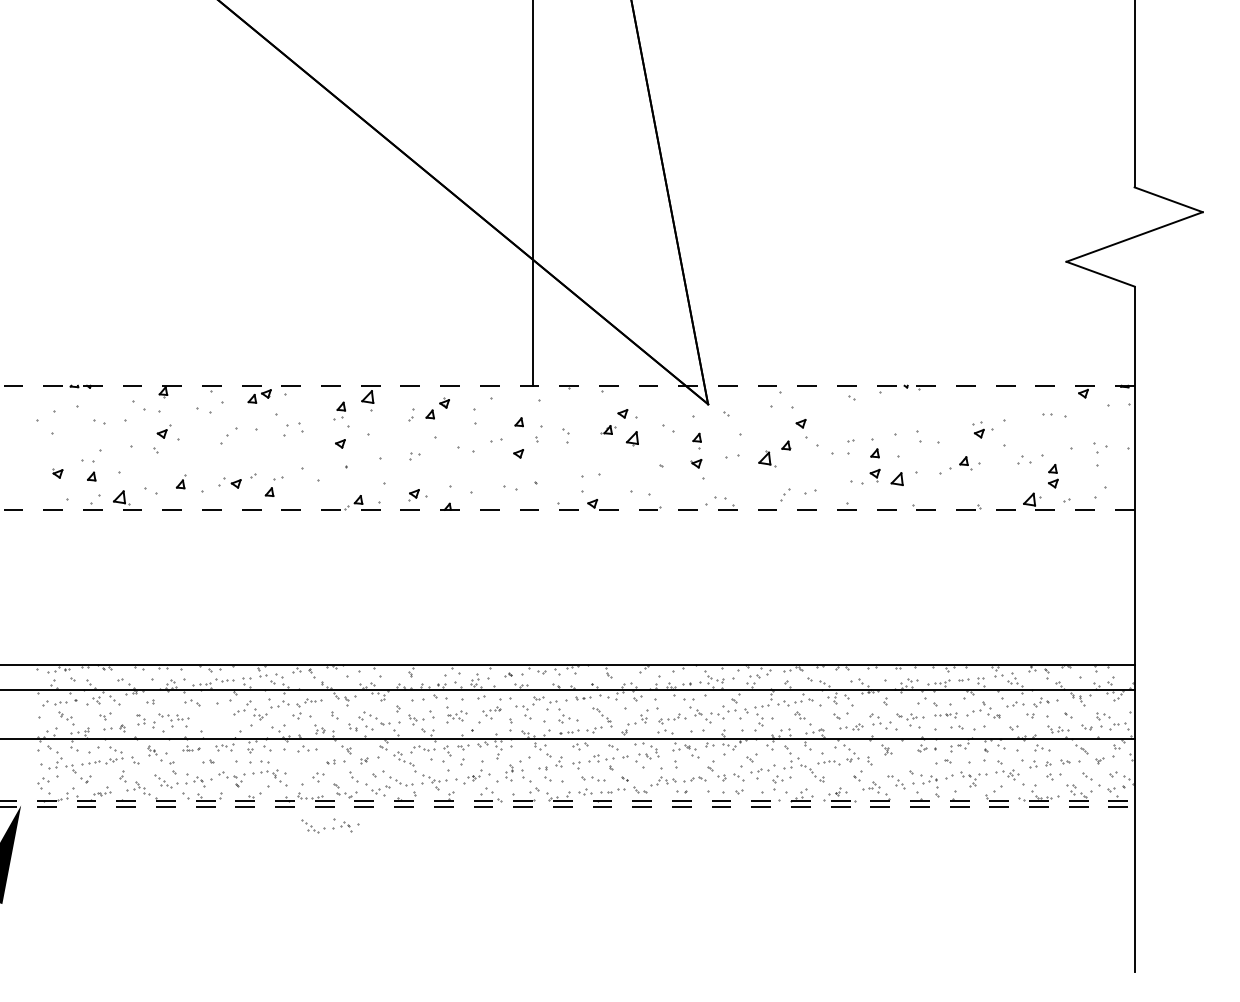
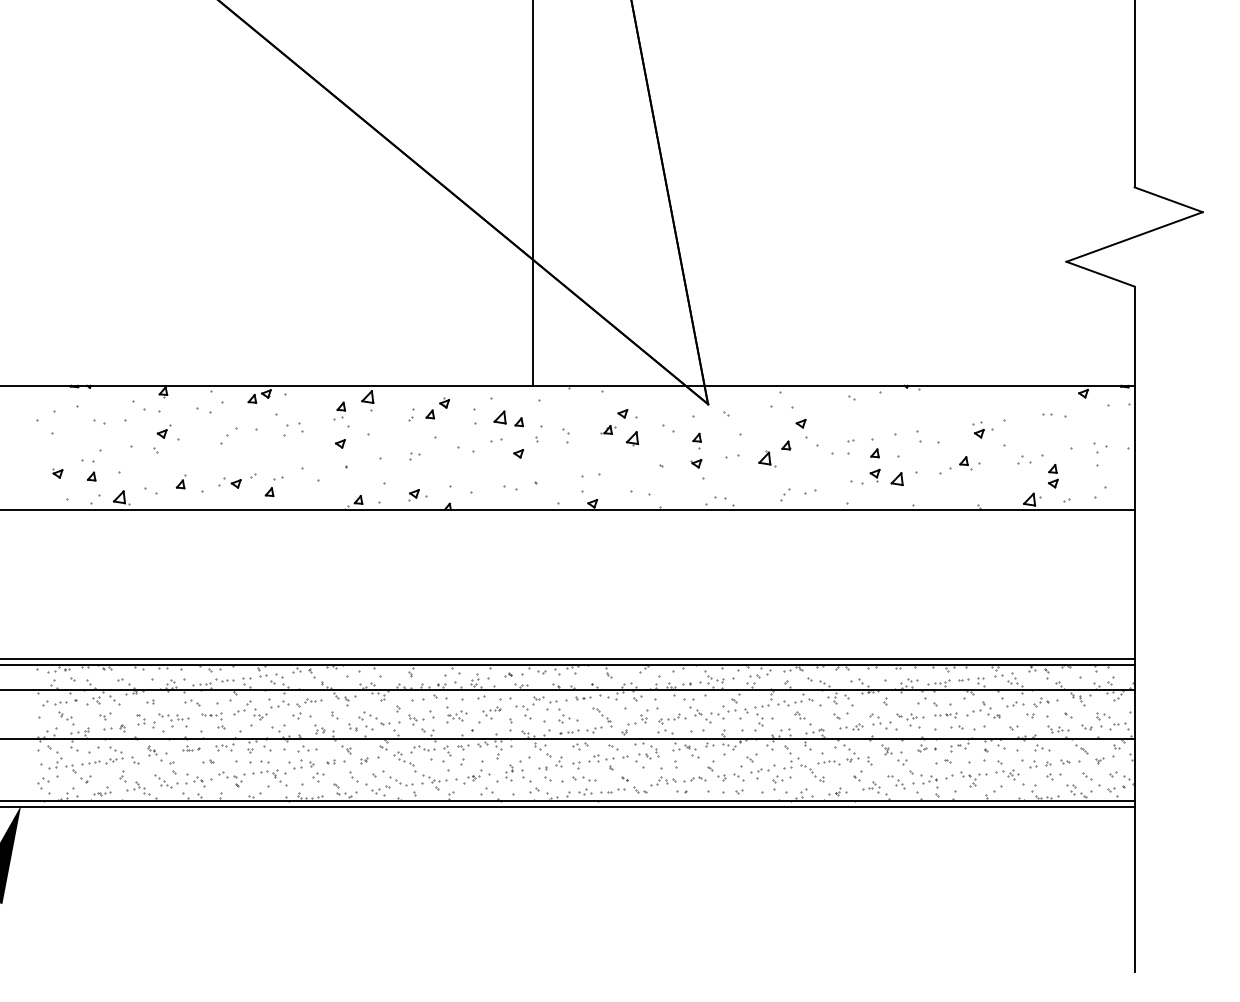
line at (567, 385): dashed -> solid
part at (499, 417): none -> present
line at (567, 509): dashed -> solid
line at (568, 658): none -> present
part at (213, 720): none -> present
part at (902, 758): none -> present
part at (301, 764): none -> present
part at (593, 778) position: (593, 778) -> (584, 778)
line at (567, 801): dashed -> solid
line at (567, 807): dashed -> solid
part at (330, 825): present -> none
